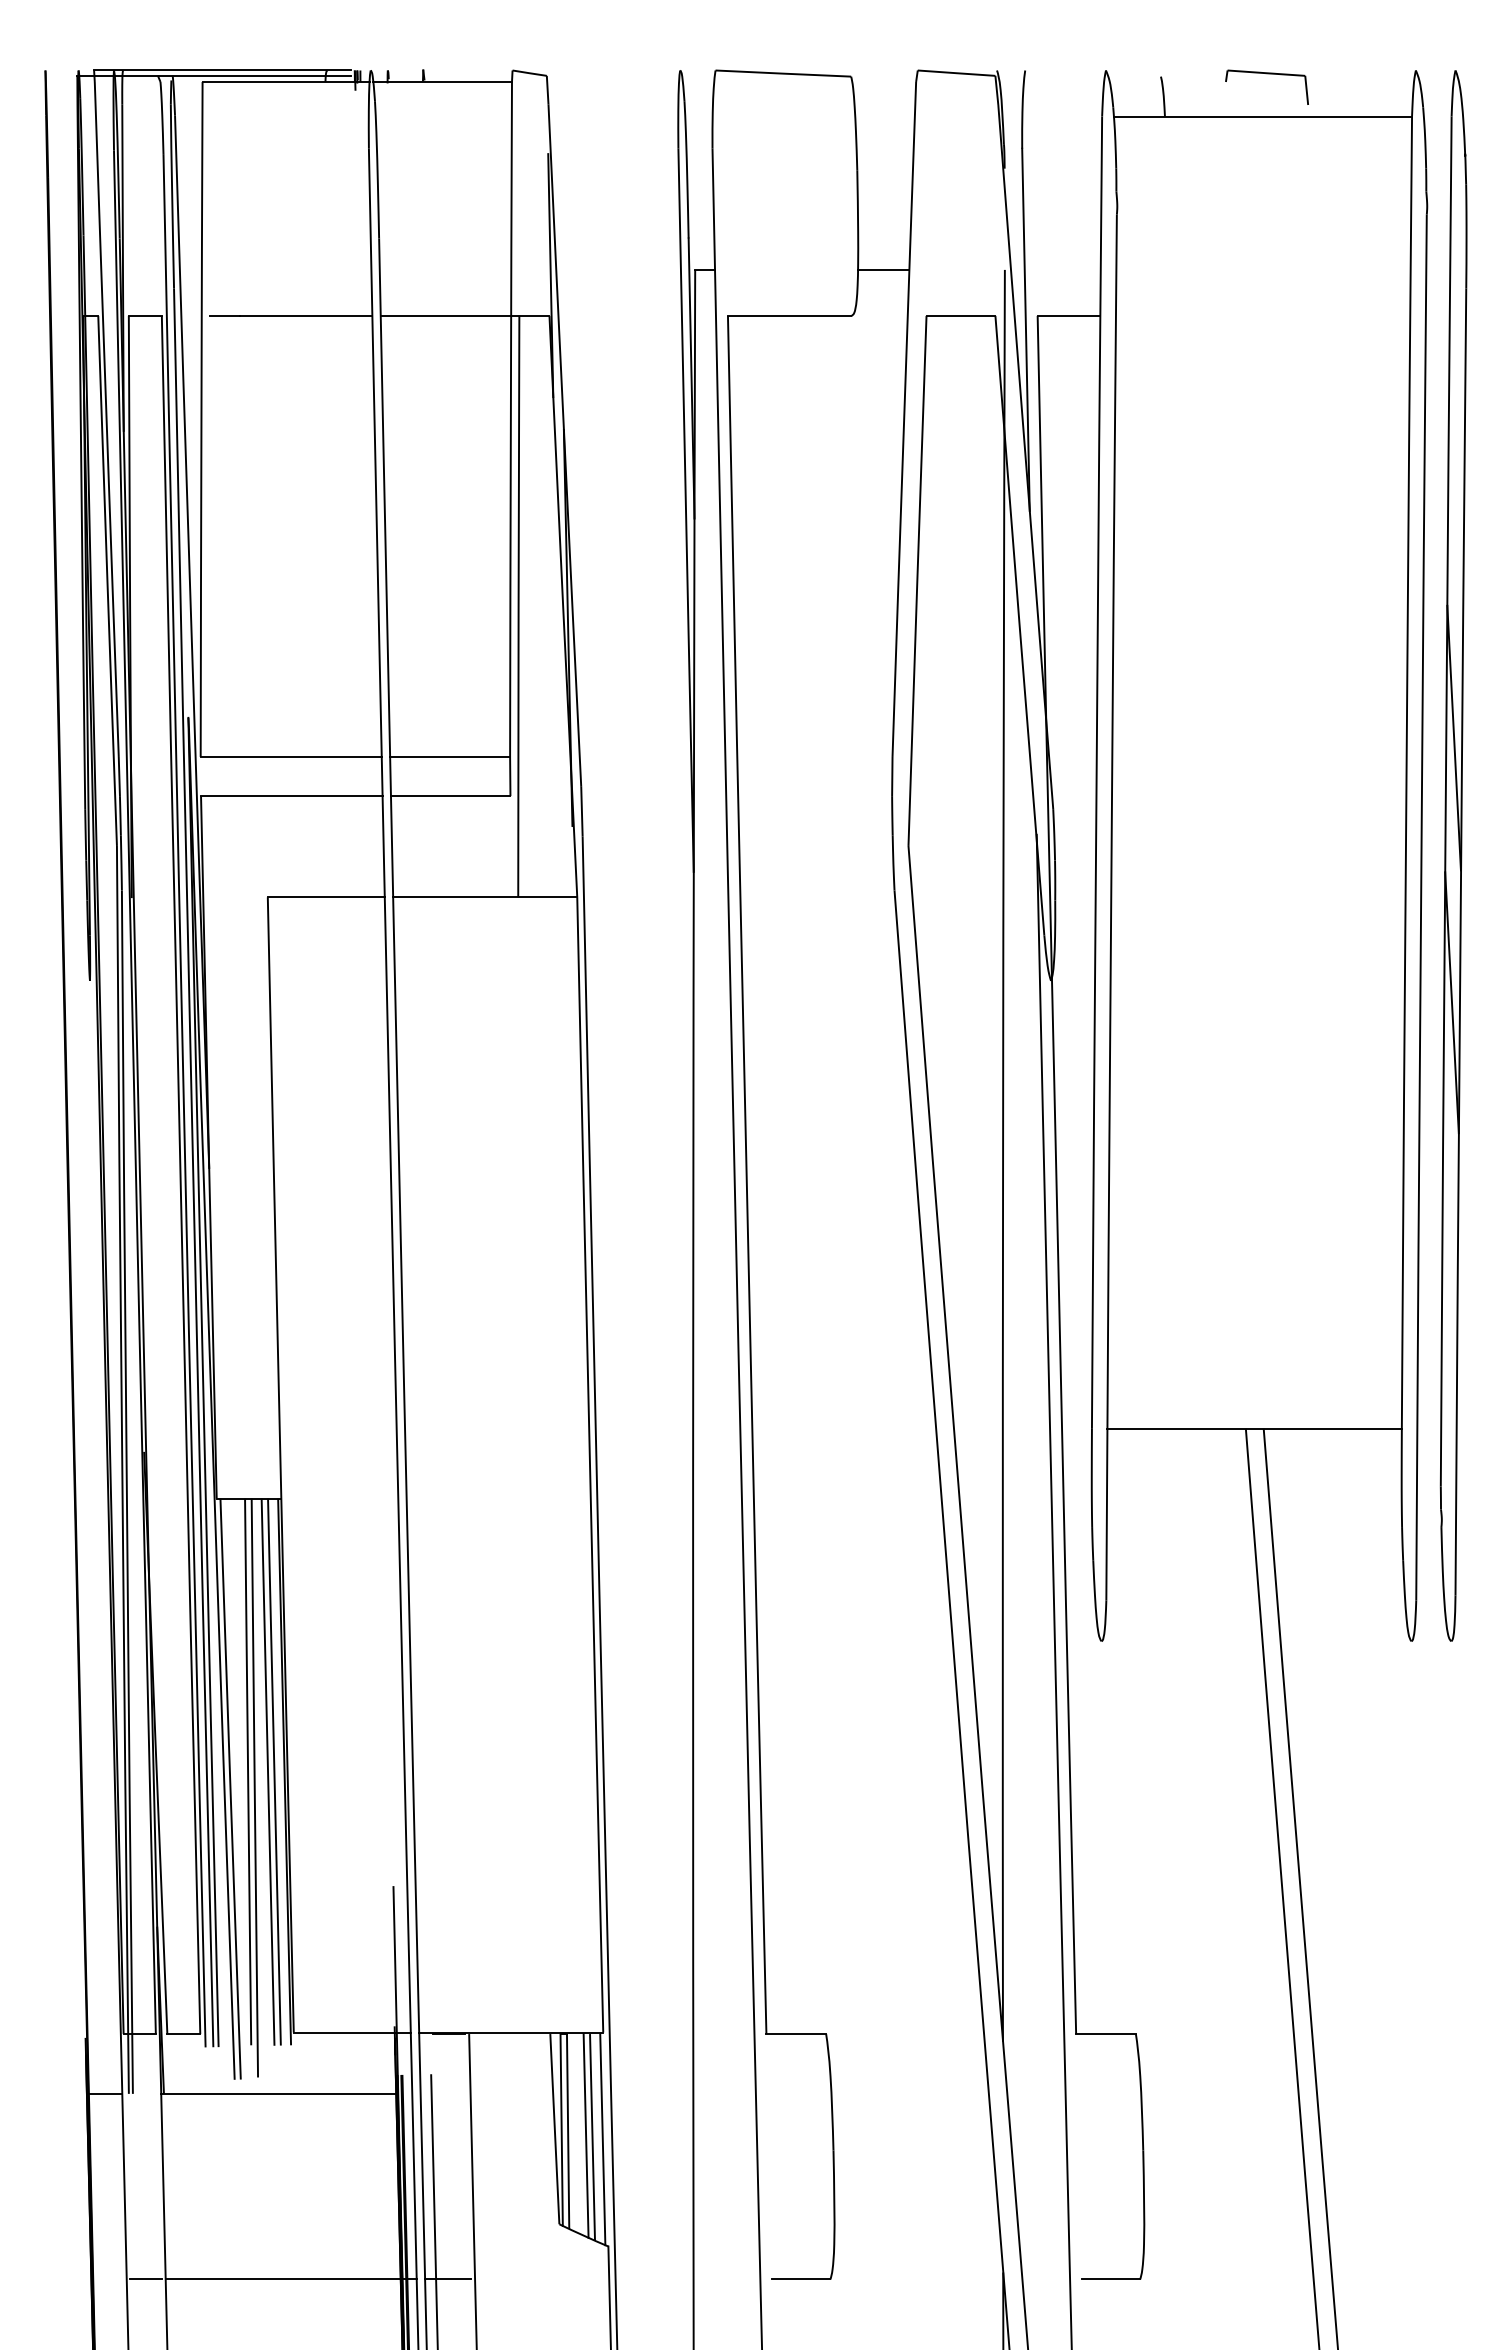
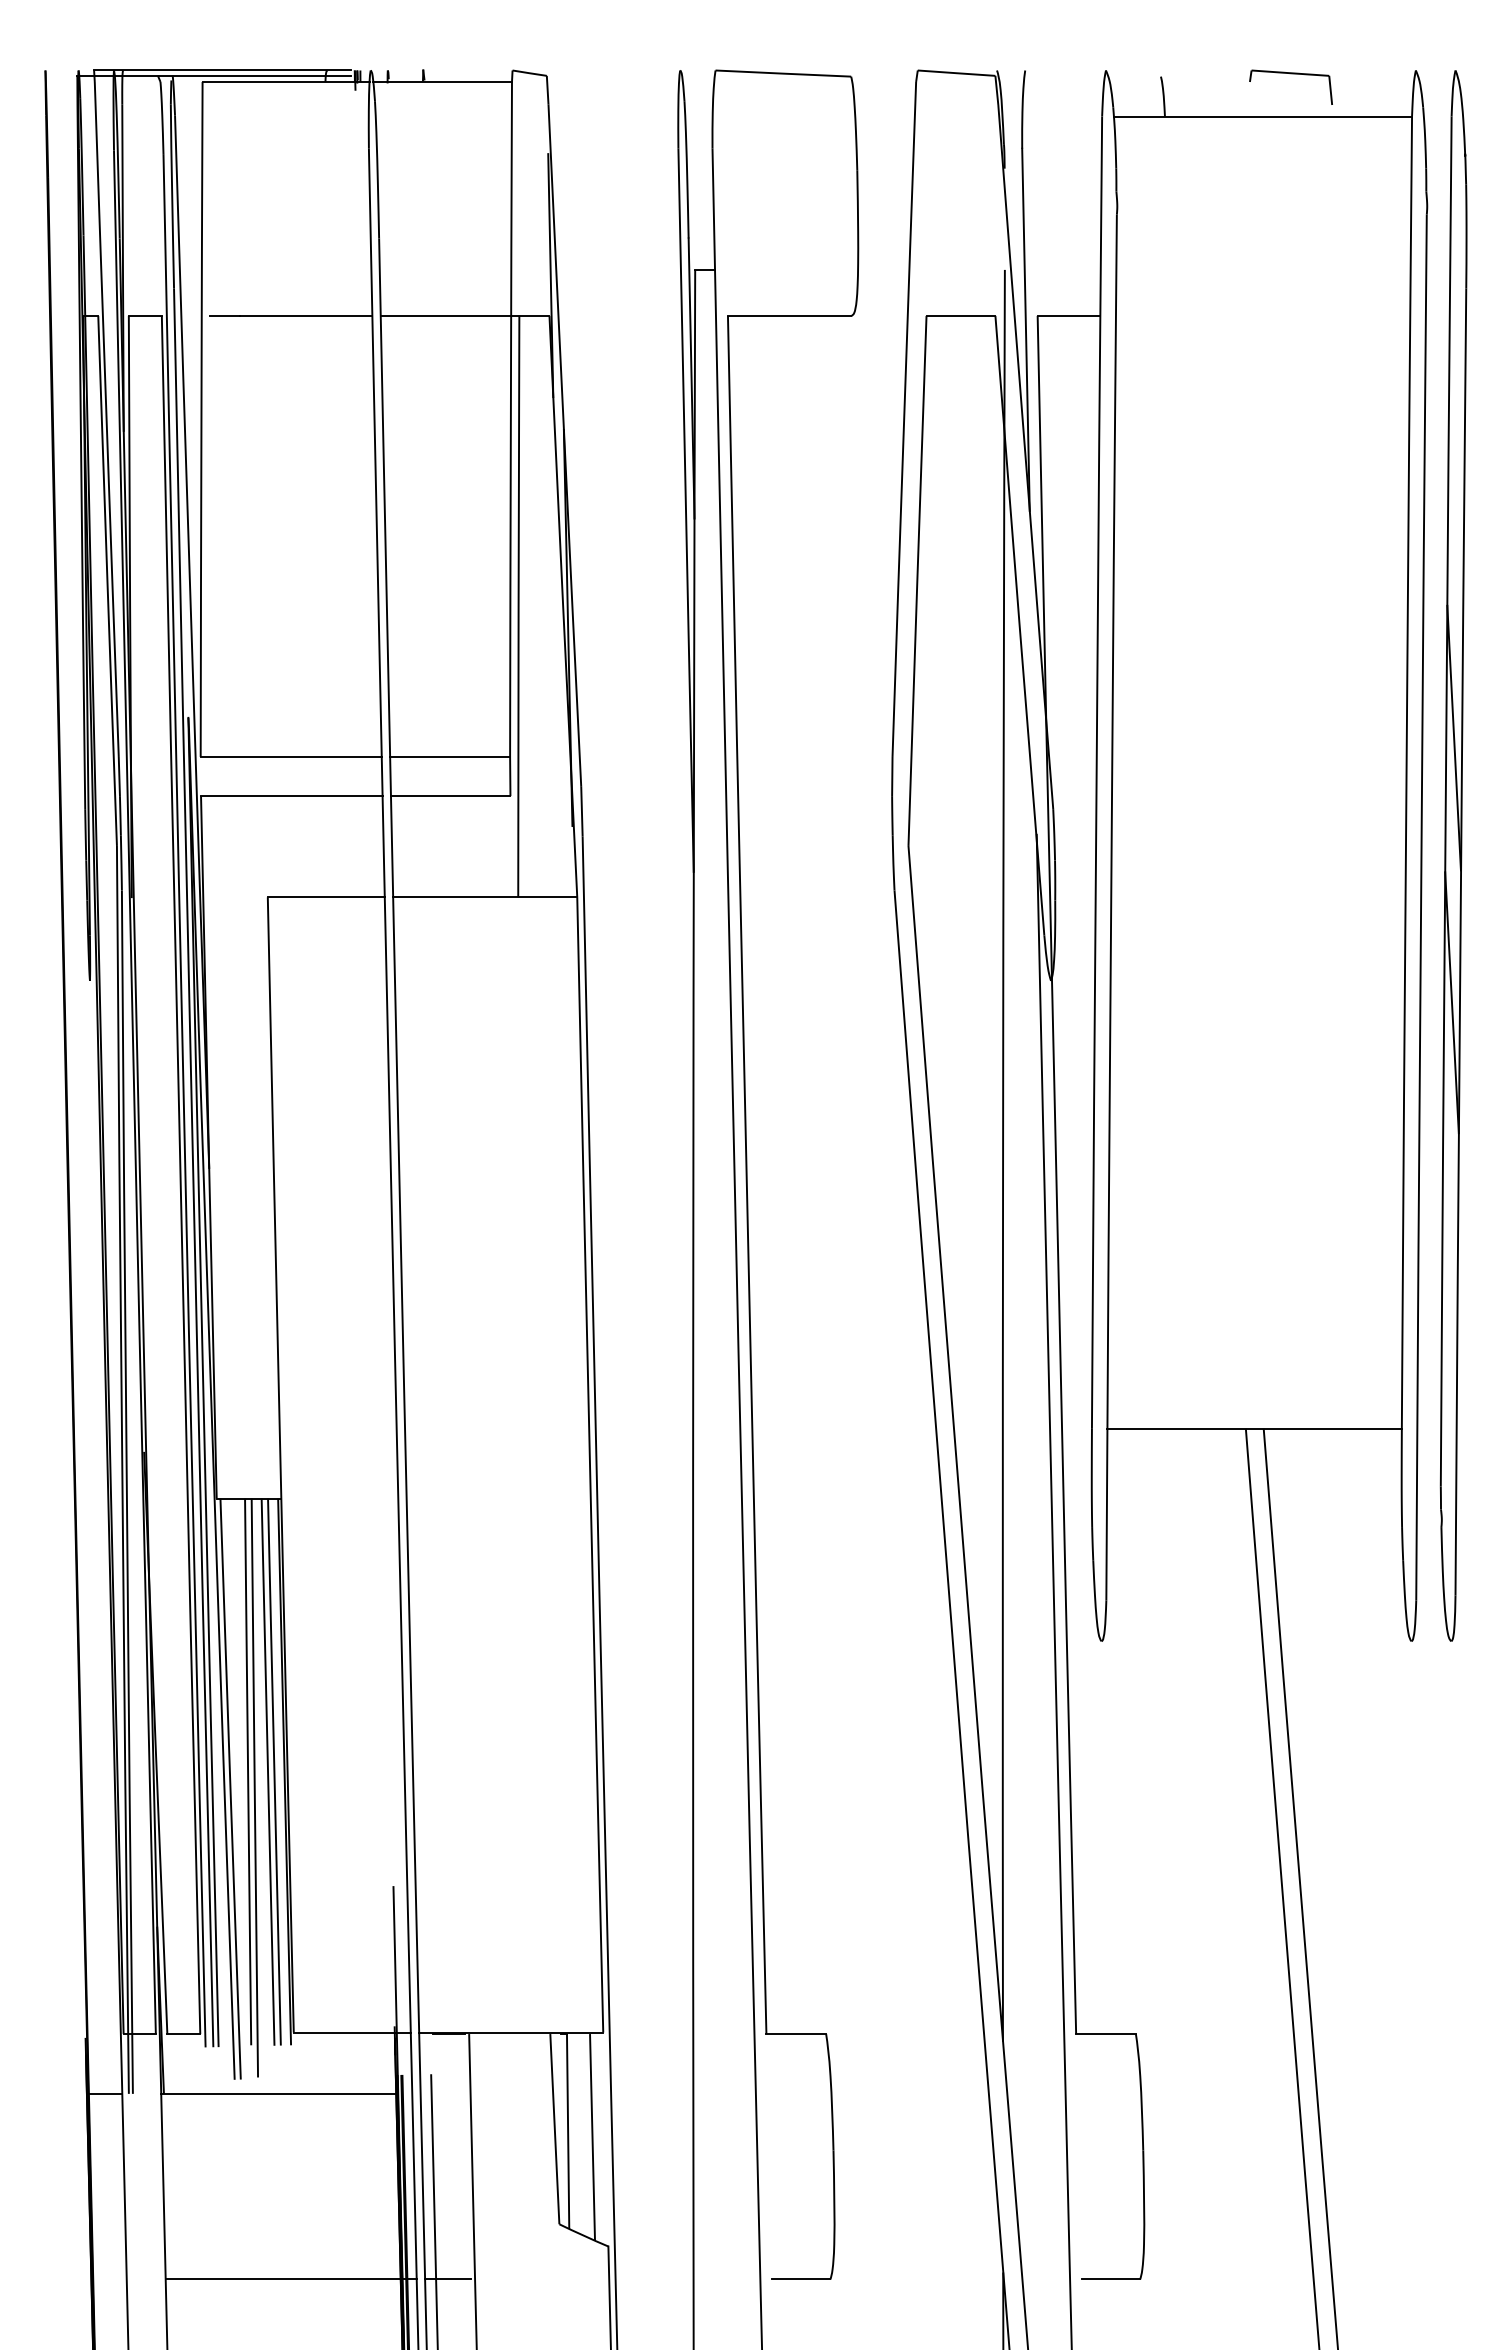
part at (1266, 74) position: (1266, 74) -> (1290, 74)
line at (883, 269): present -> none
line at (561, 2129): present -> none
line at (585, 2135): present -> none
line at (602, 2139): present -> none
line at (145, 2279): present -> none
